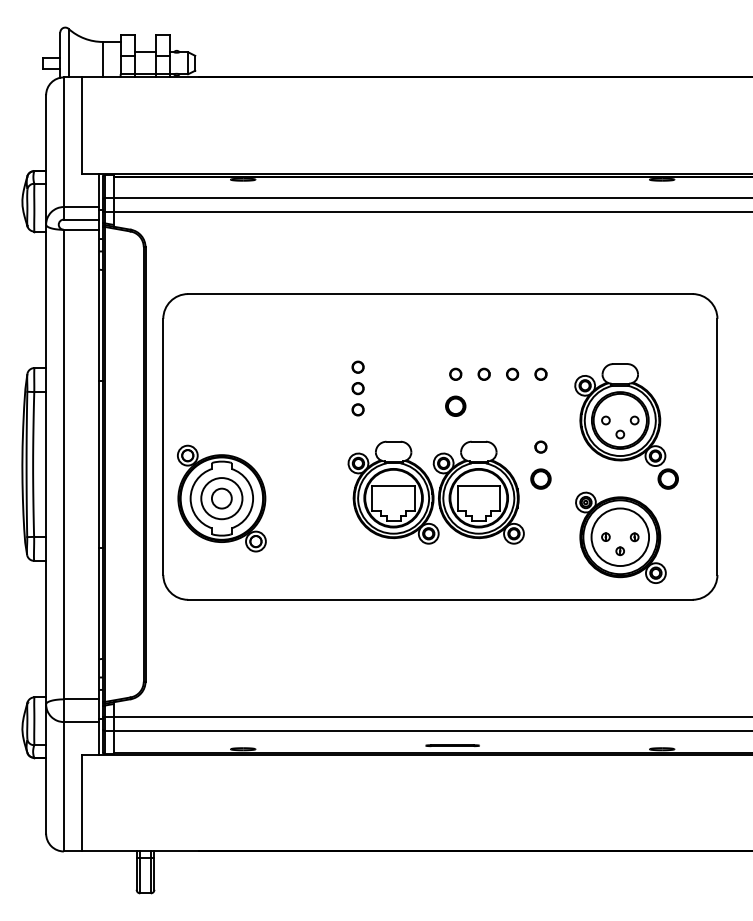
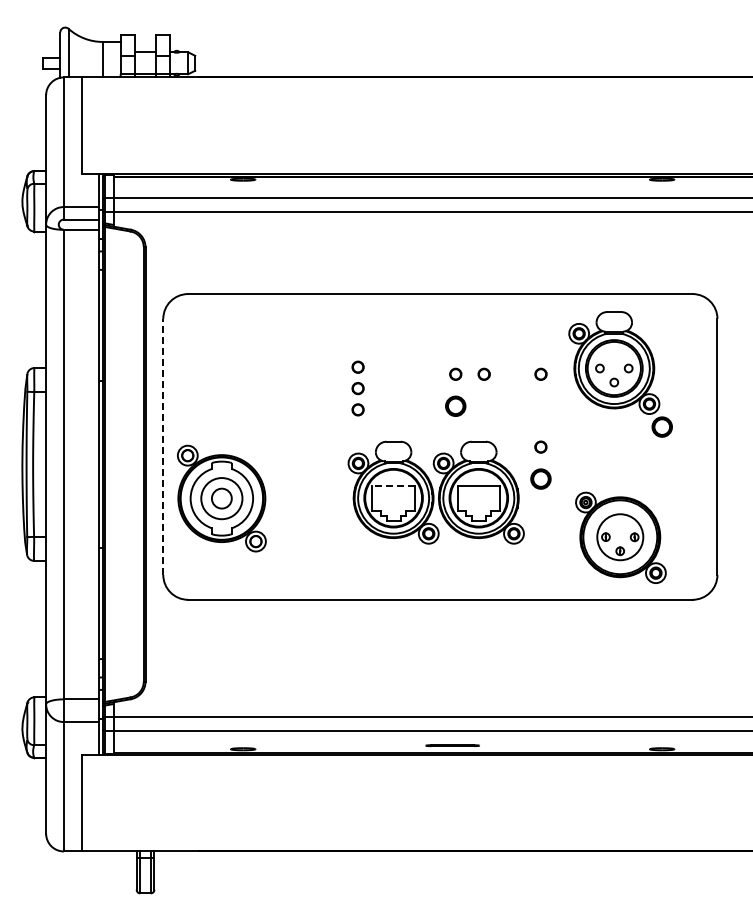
circle at (512, 373): present -> none
part at (626, 426) position: (626, 426) -> (620, 374)
line at (163, 446): solid -> dashed
line at (393, 485): solid -> dashed
circle at (620, 537) diameter: 58 px -> 46 px
